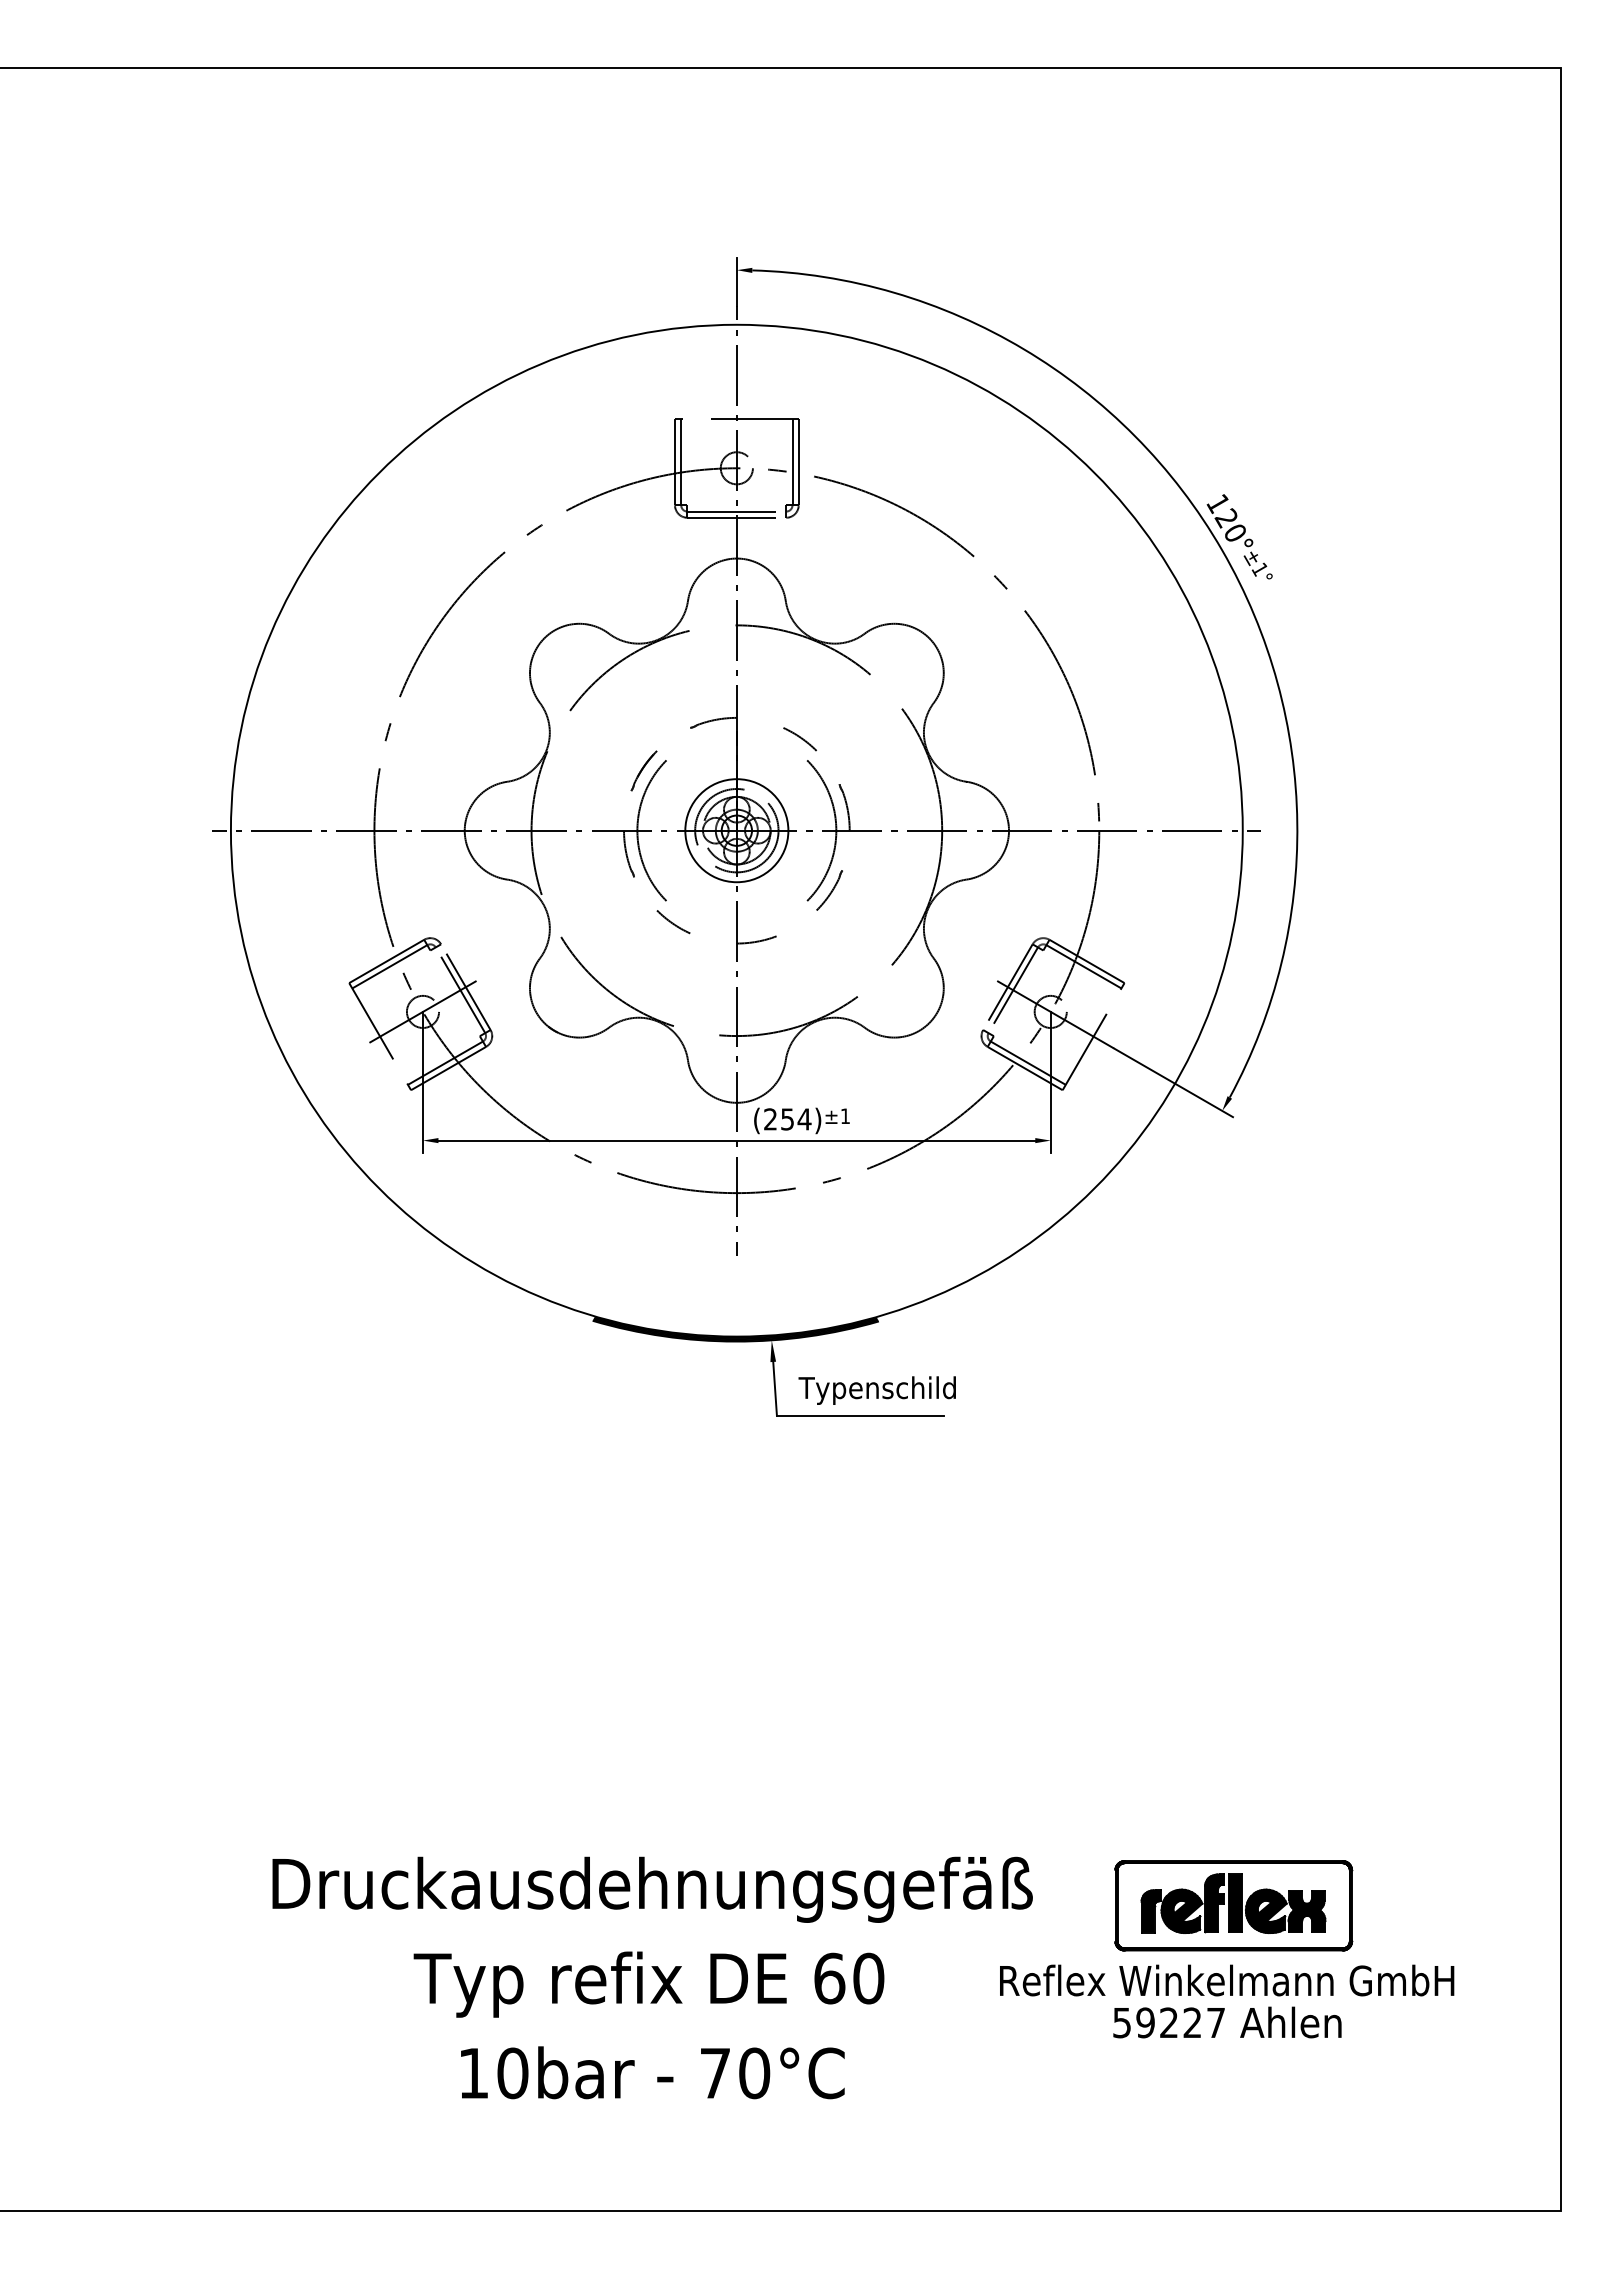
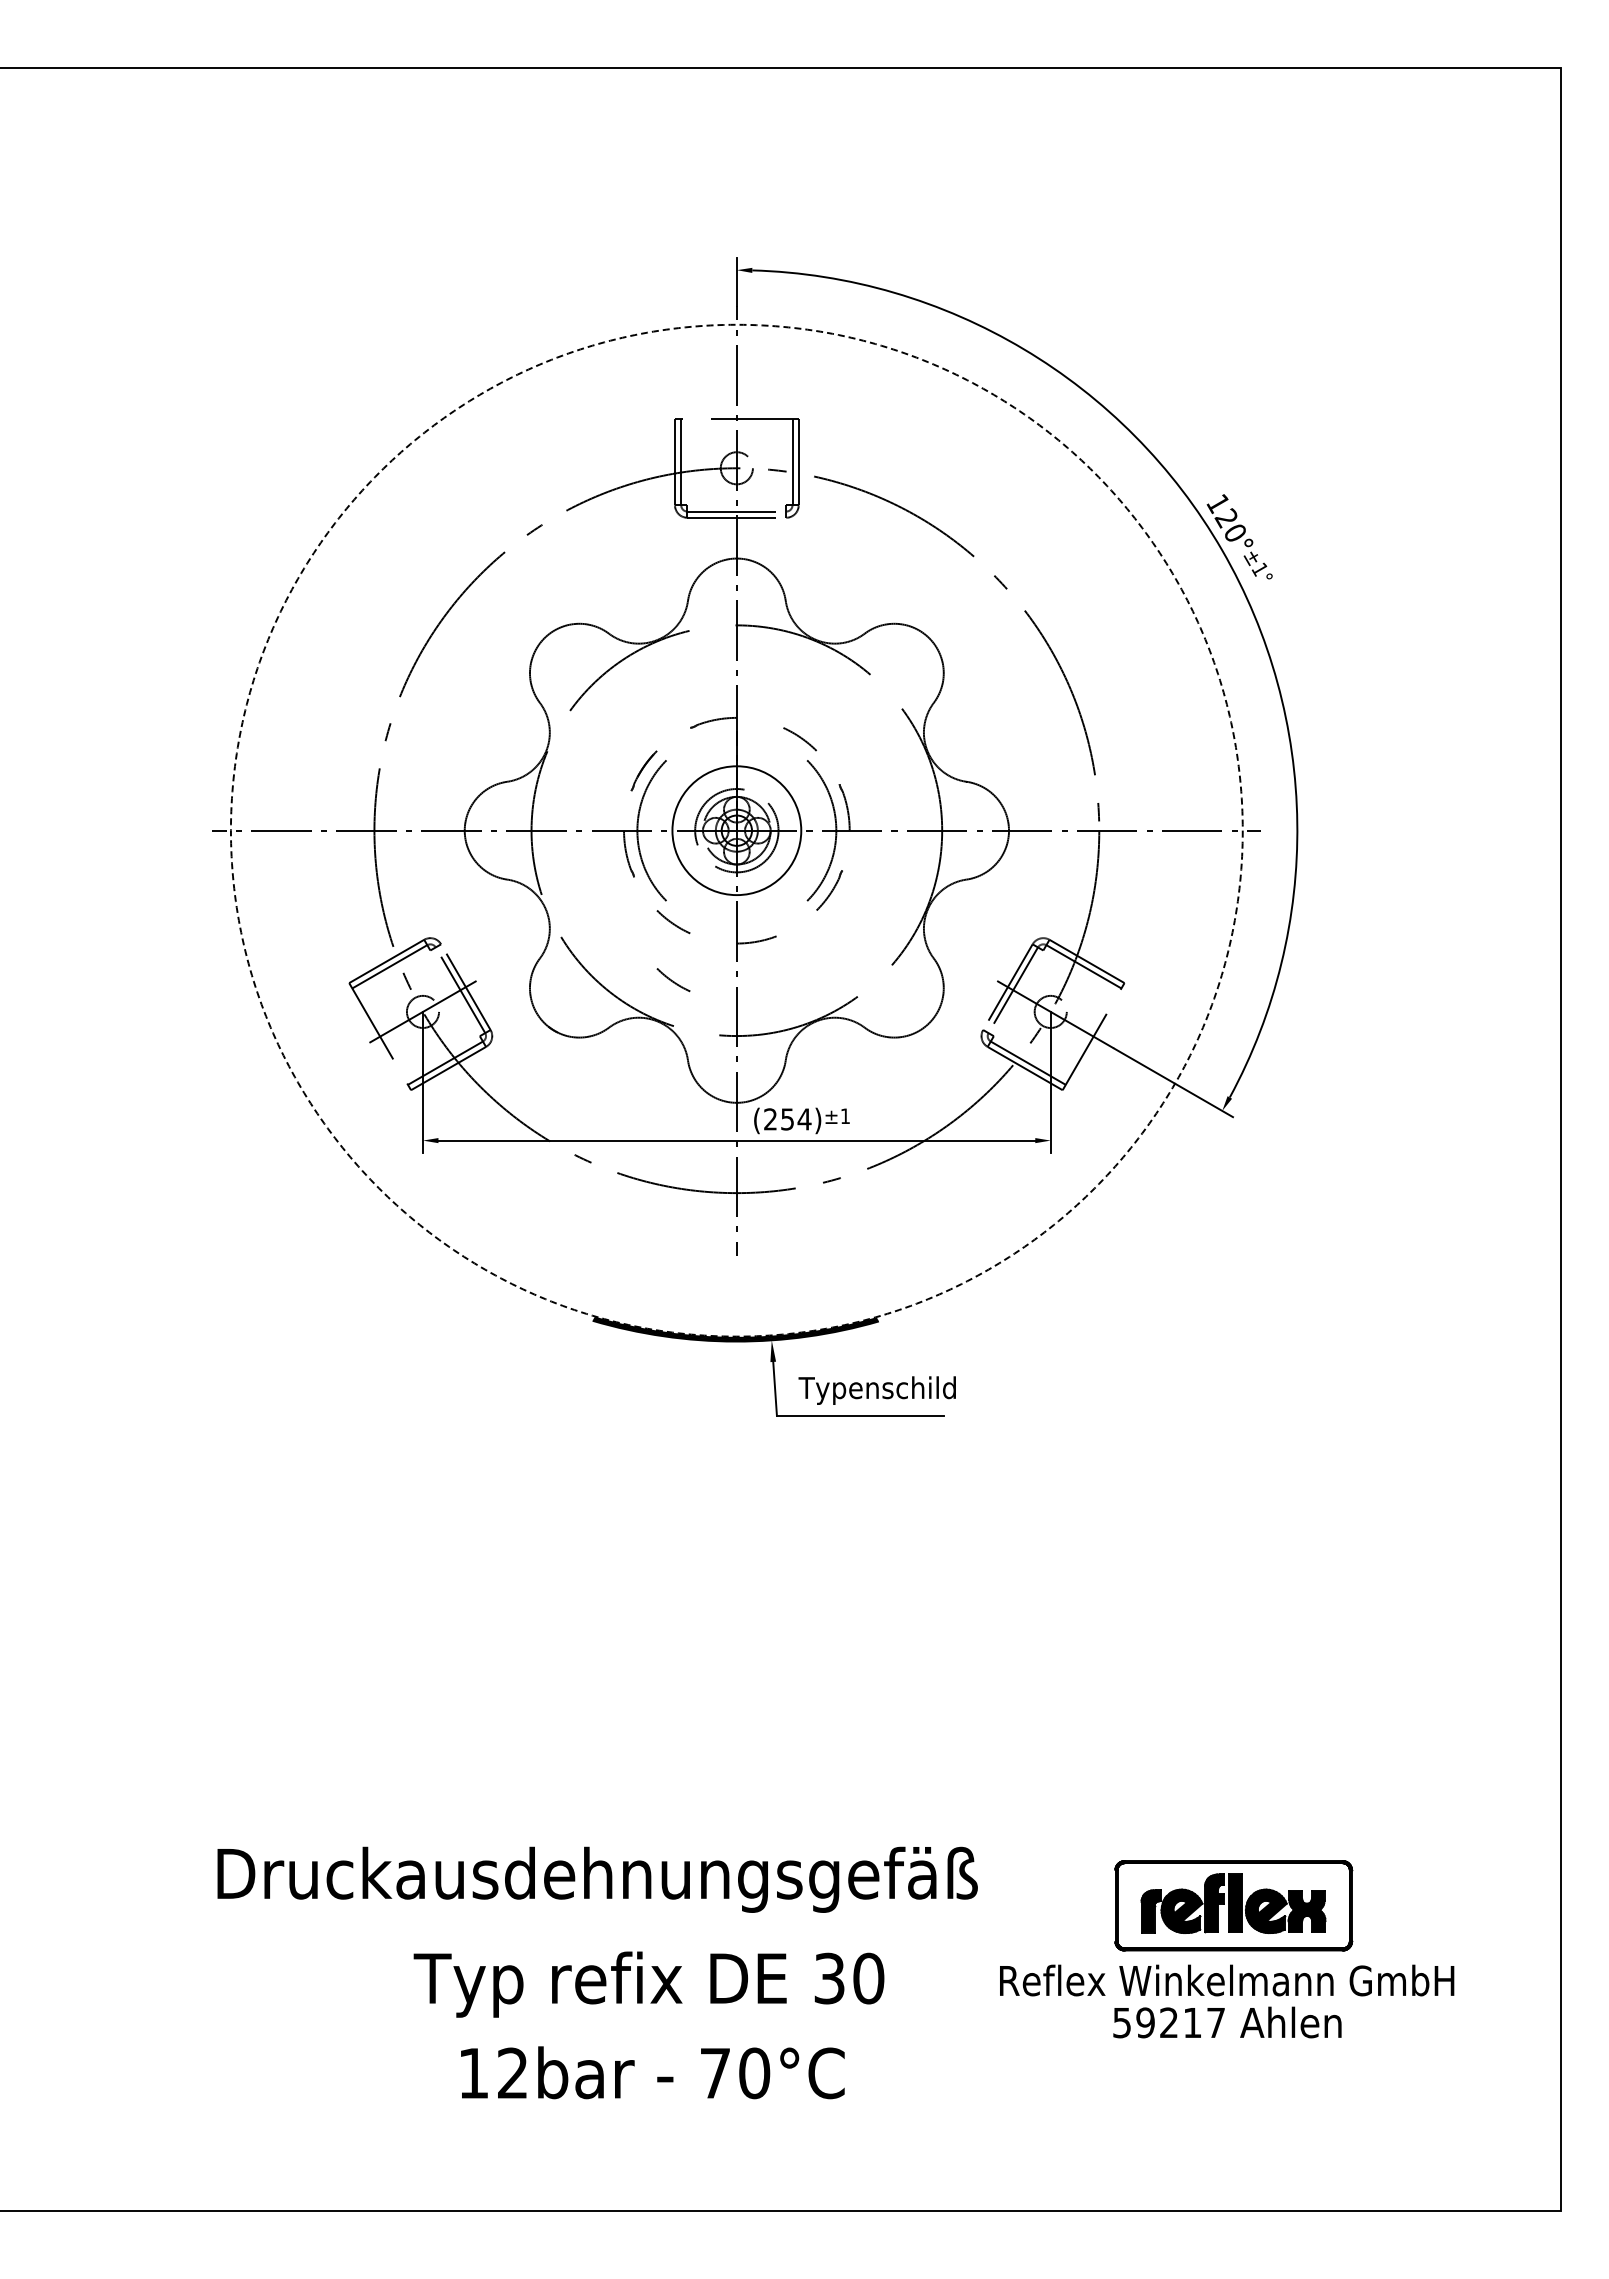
circle at (736, 830) diameter: 103 px -> 129 px
circle at (736, 830): solid -> dashed
arc at (673, 980): none -> present
text at (652, 1889) position: (652, 1889) -> (597, 1879)
text at (829, 1978): 60 -> 30
text at (1191, 2022): 59227 -> 59217
text at (512, 2073): 10bar -> 12bar
